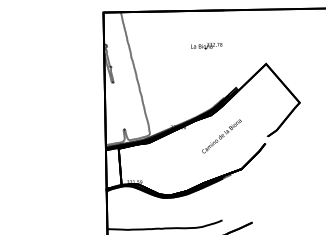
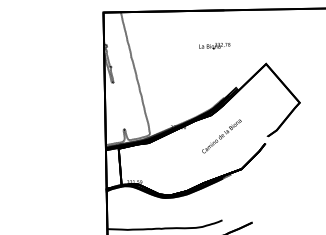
text at (206, 46) position: (206, 46) -> (214, 46)
